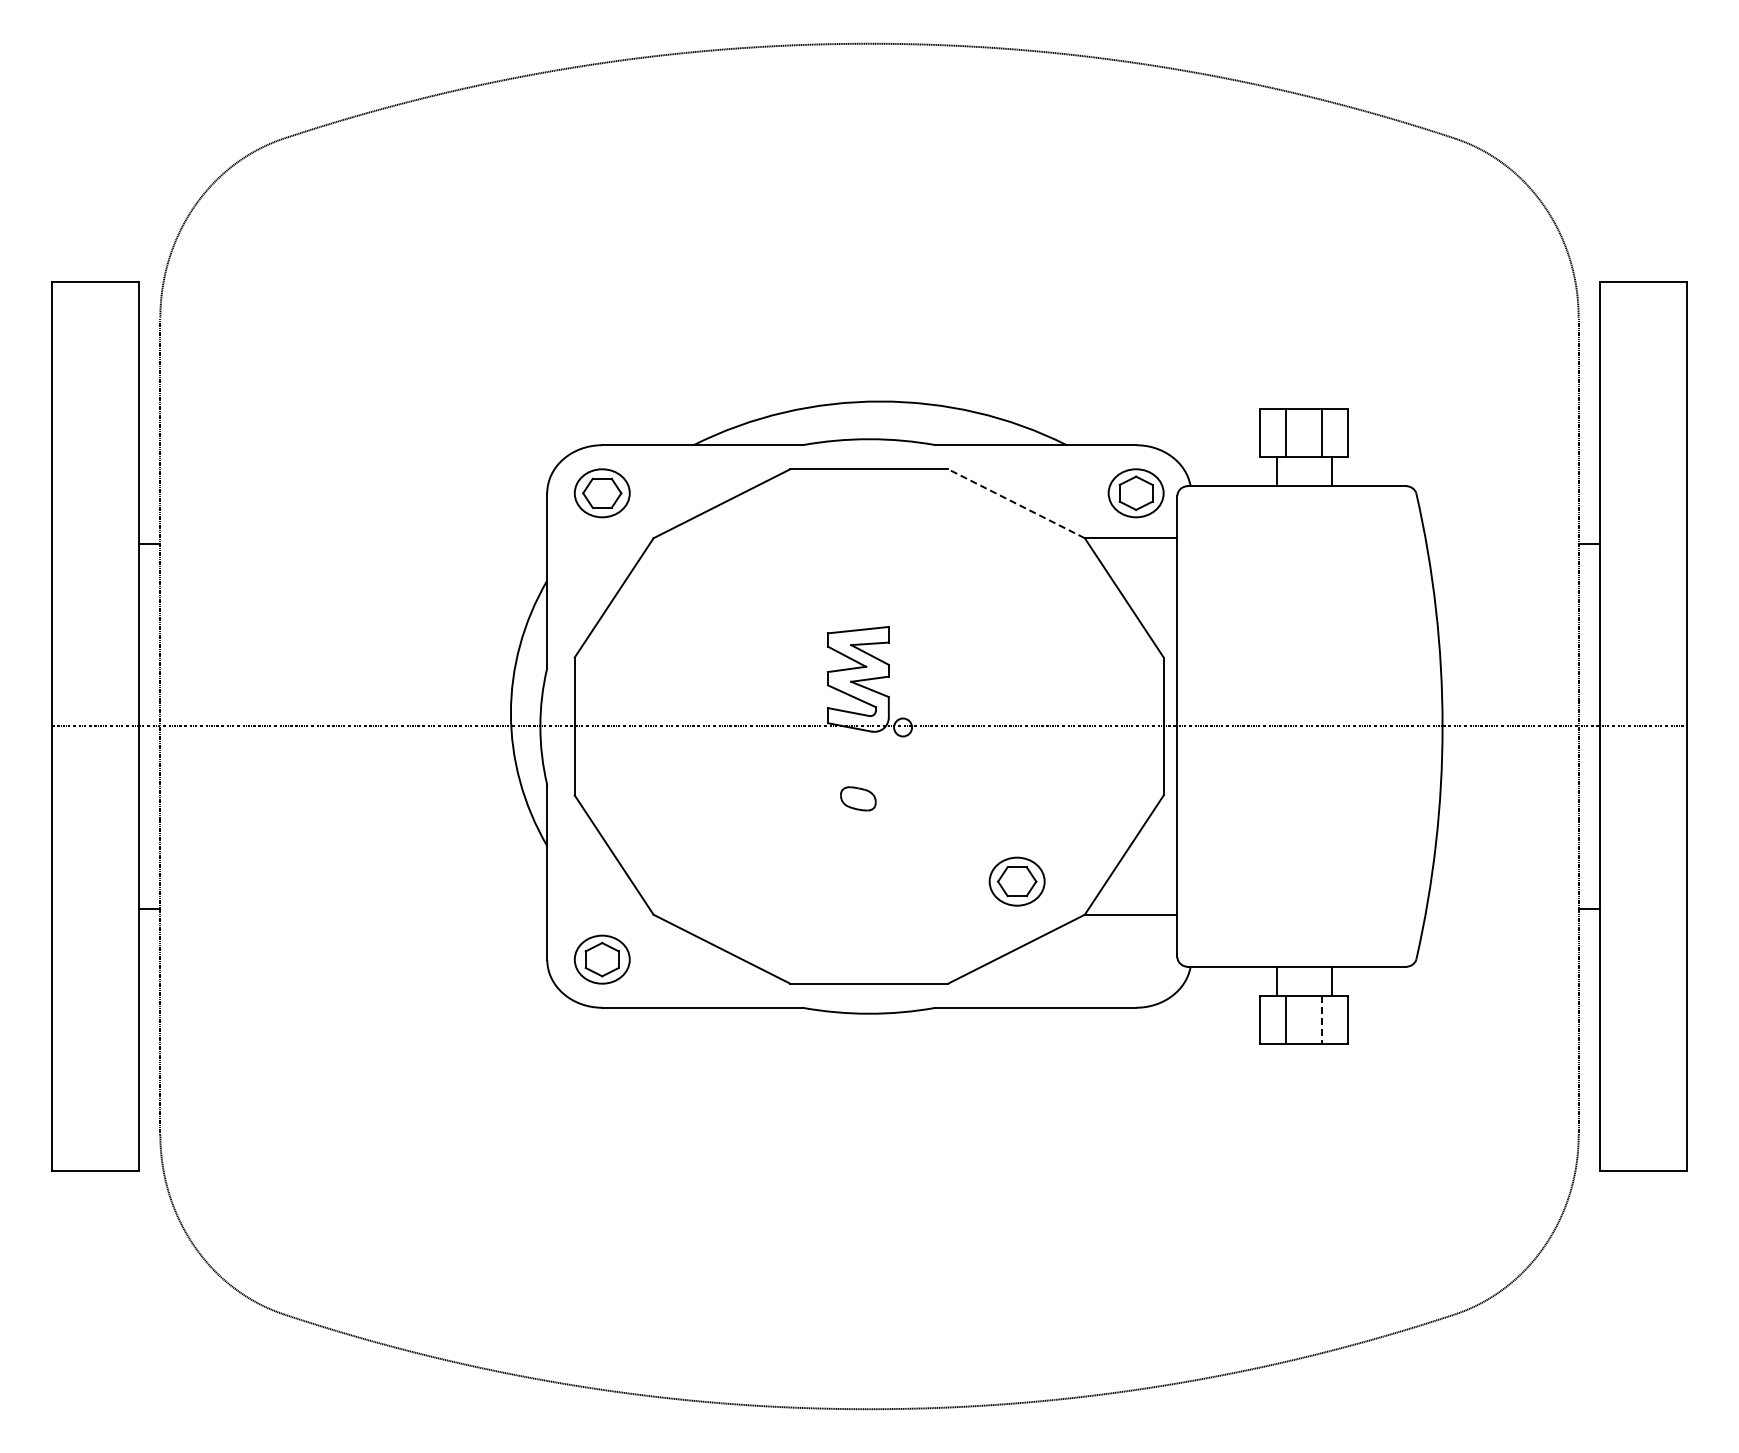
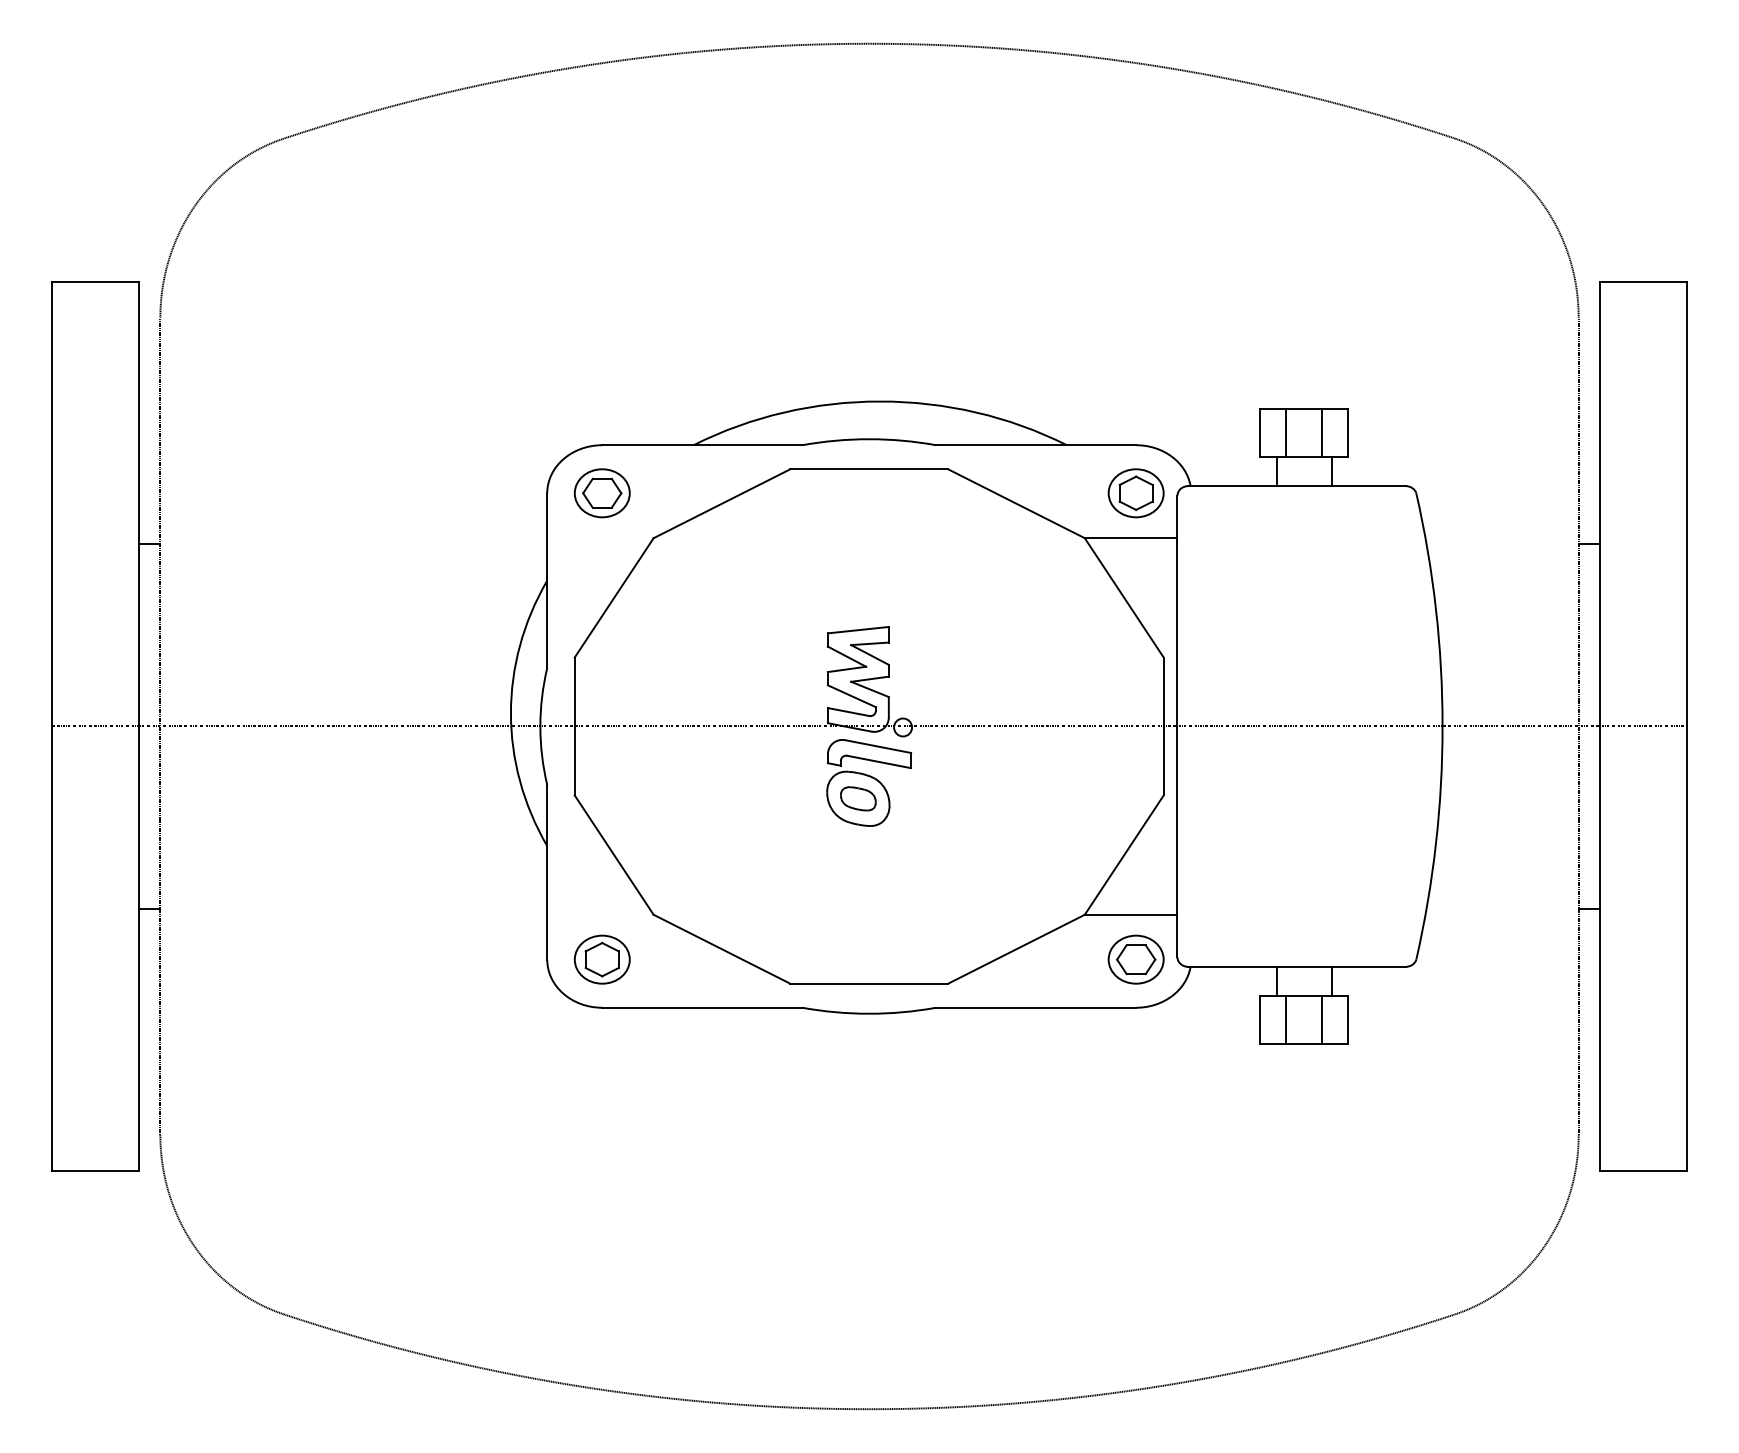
line at (1016, 503): dashed -> solid
part at (869, 782): none -> present
part at (1016, 881) position: (1016, 881) -> (1135, 959)
line at (1322, 1020): dashed -> solid
